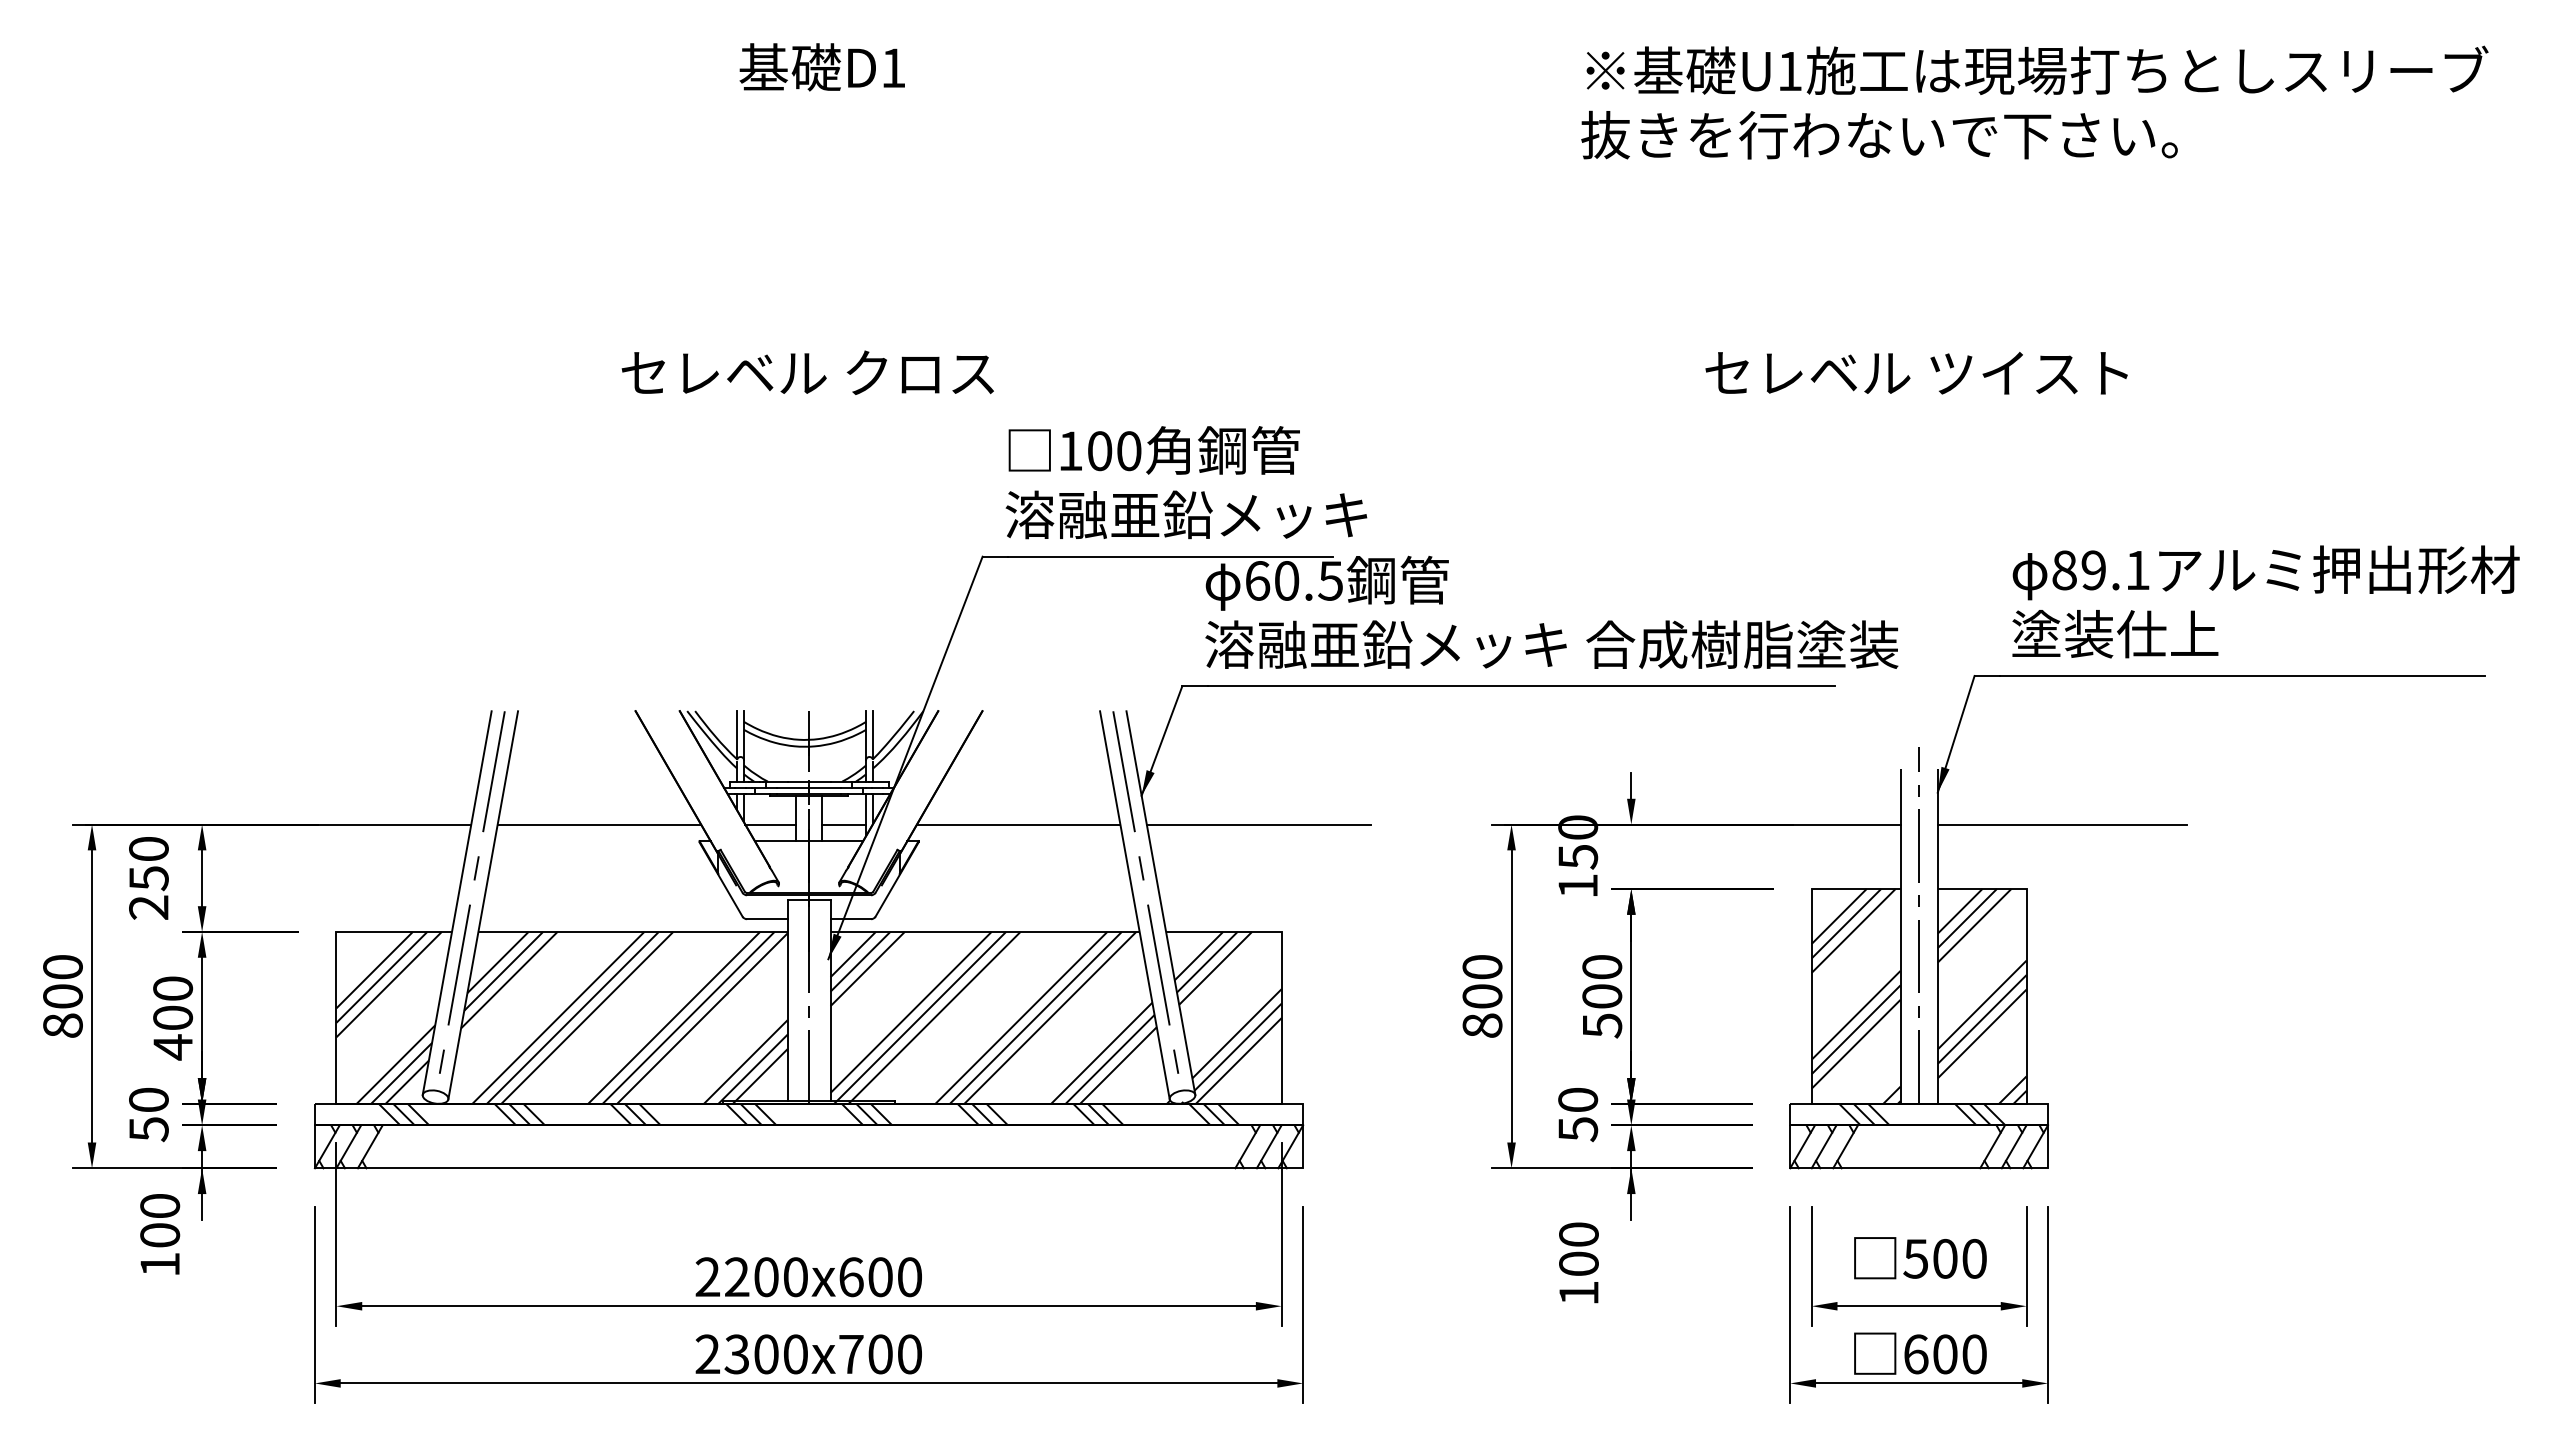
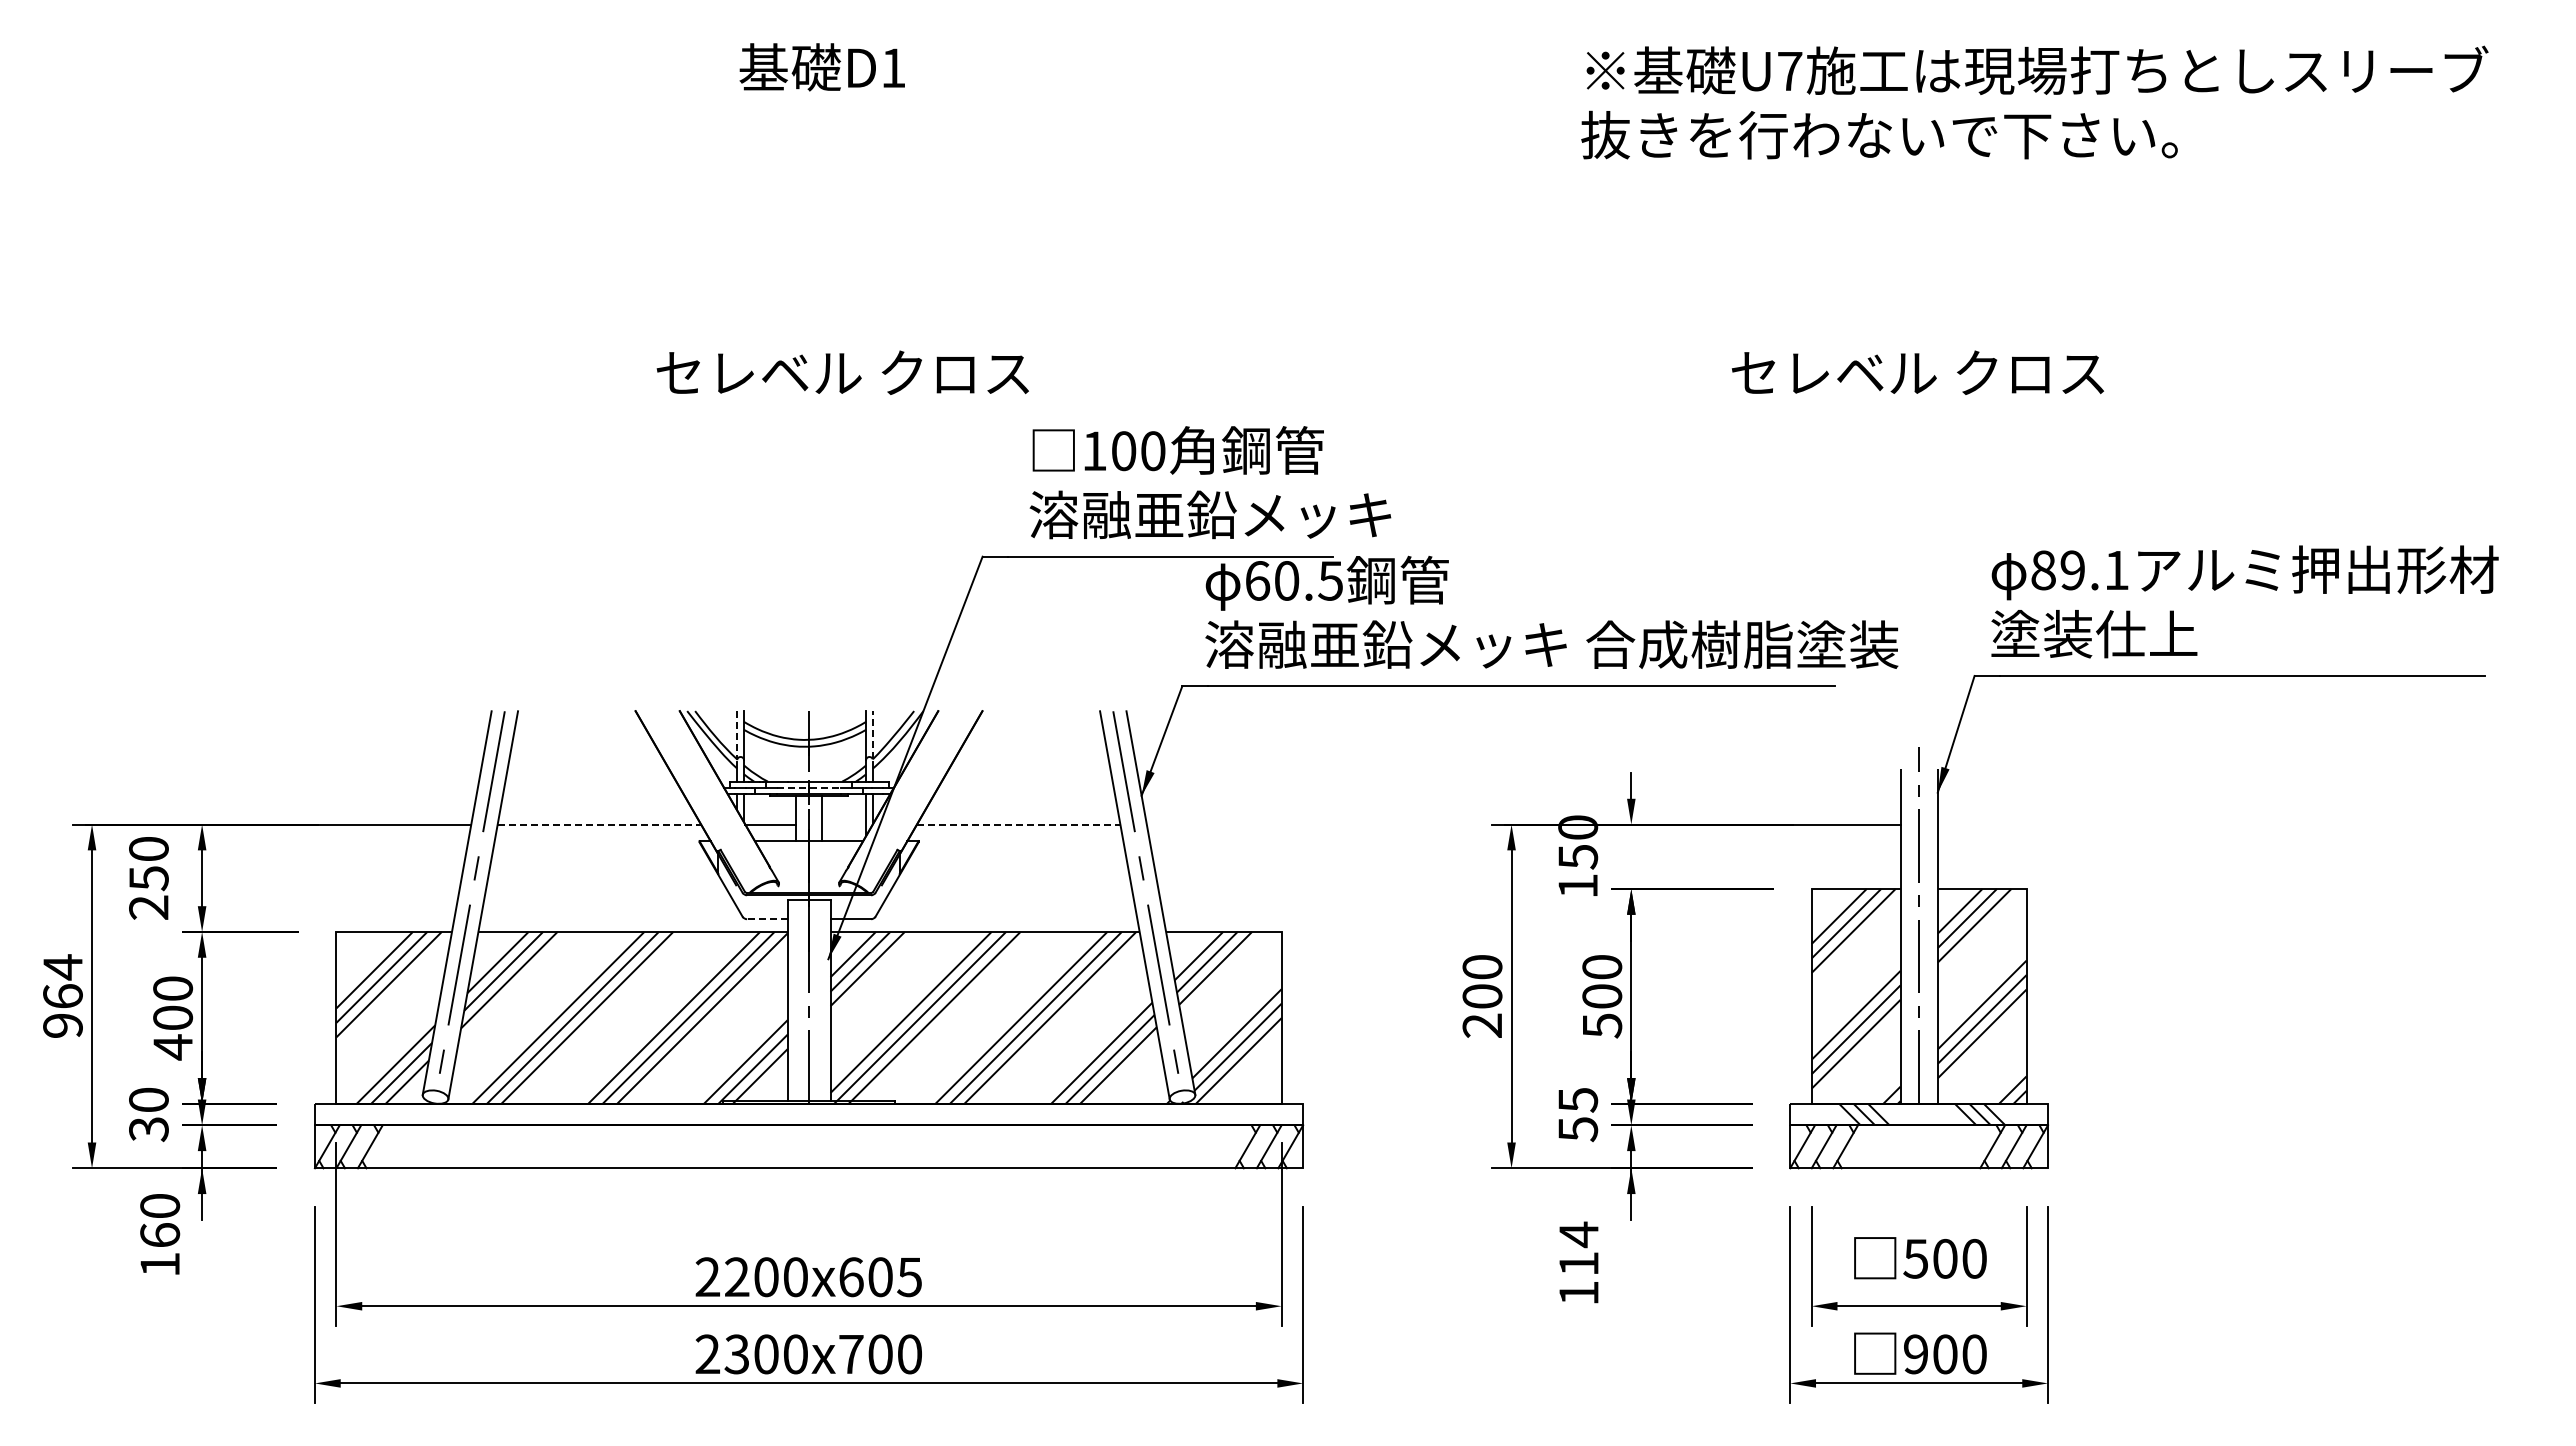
text at (1790, 71): U1 -> U7
text at (807, 372) position: (807, 372) -> (842, 372)
text at (1916, 372): セレベル ツイスト -> セレベル クロス
text at (1186, 482) position: (1186, 482) -> (1210, 482)
text at (2265, 601) position: (2265, 601) -> (2244, 601)
line at (737, 735): solid -> dashed
line at (872, 735): solid -> dashed
line at (809, 788): solid -> dashed
line at (599, 824): solid -> dashed
line at (844, 824): present -> none
line at (1018, 824): solid -> dashed
line at (1258, 824): present -> none
line at (2062, 824): present -> none
line at (766, 919): solid -> dashed
text at (62, 995): 800 -> 964
text at (1482, 1025): 800 -> 200
text at (1578, 1100): 50 -> 55
hatch at (808, 1114): present -> none
text at (148, 1129): 50 -> 30
text at (160, 1235): 100 -> 160
text at (1578, 1248): 100 -> 114
text at (909, 1277): 2200x600 -> 2200x605
text at (1916, 1354): 600 -> 900
